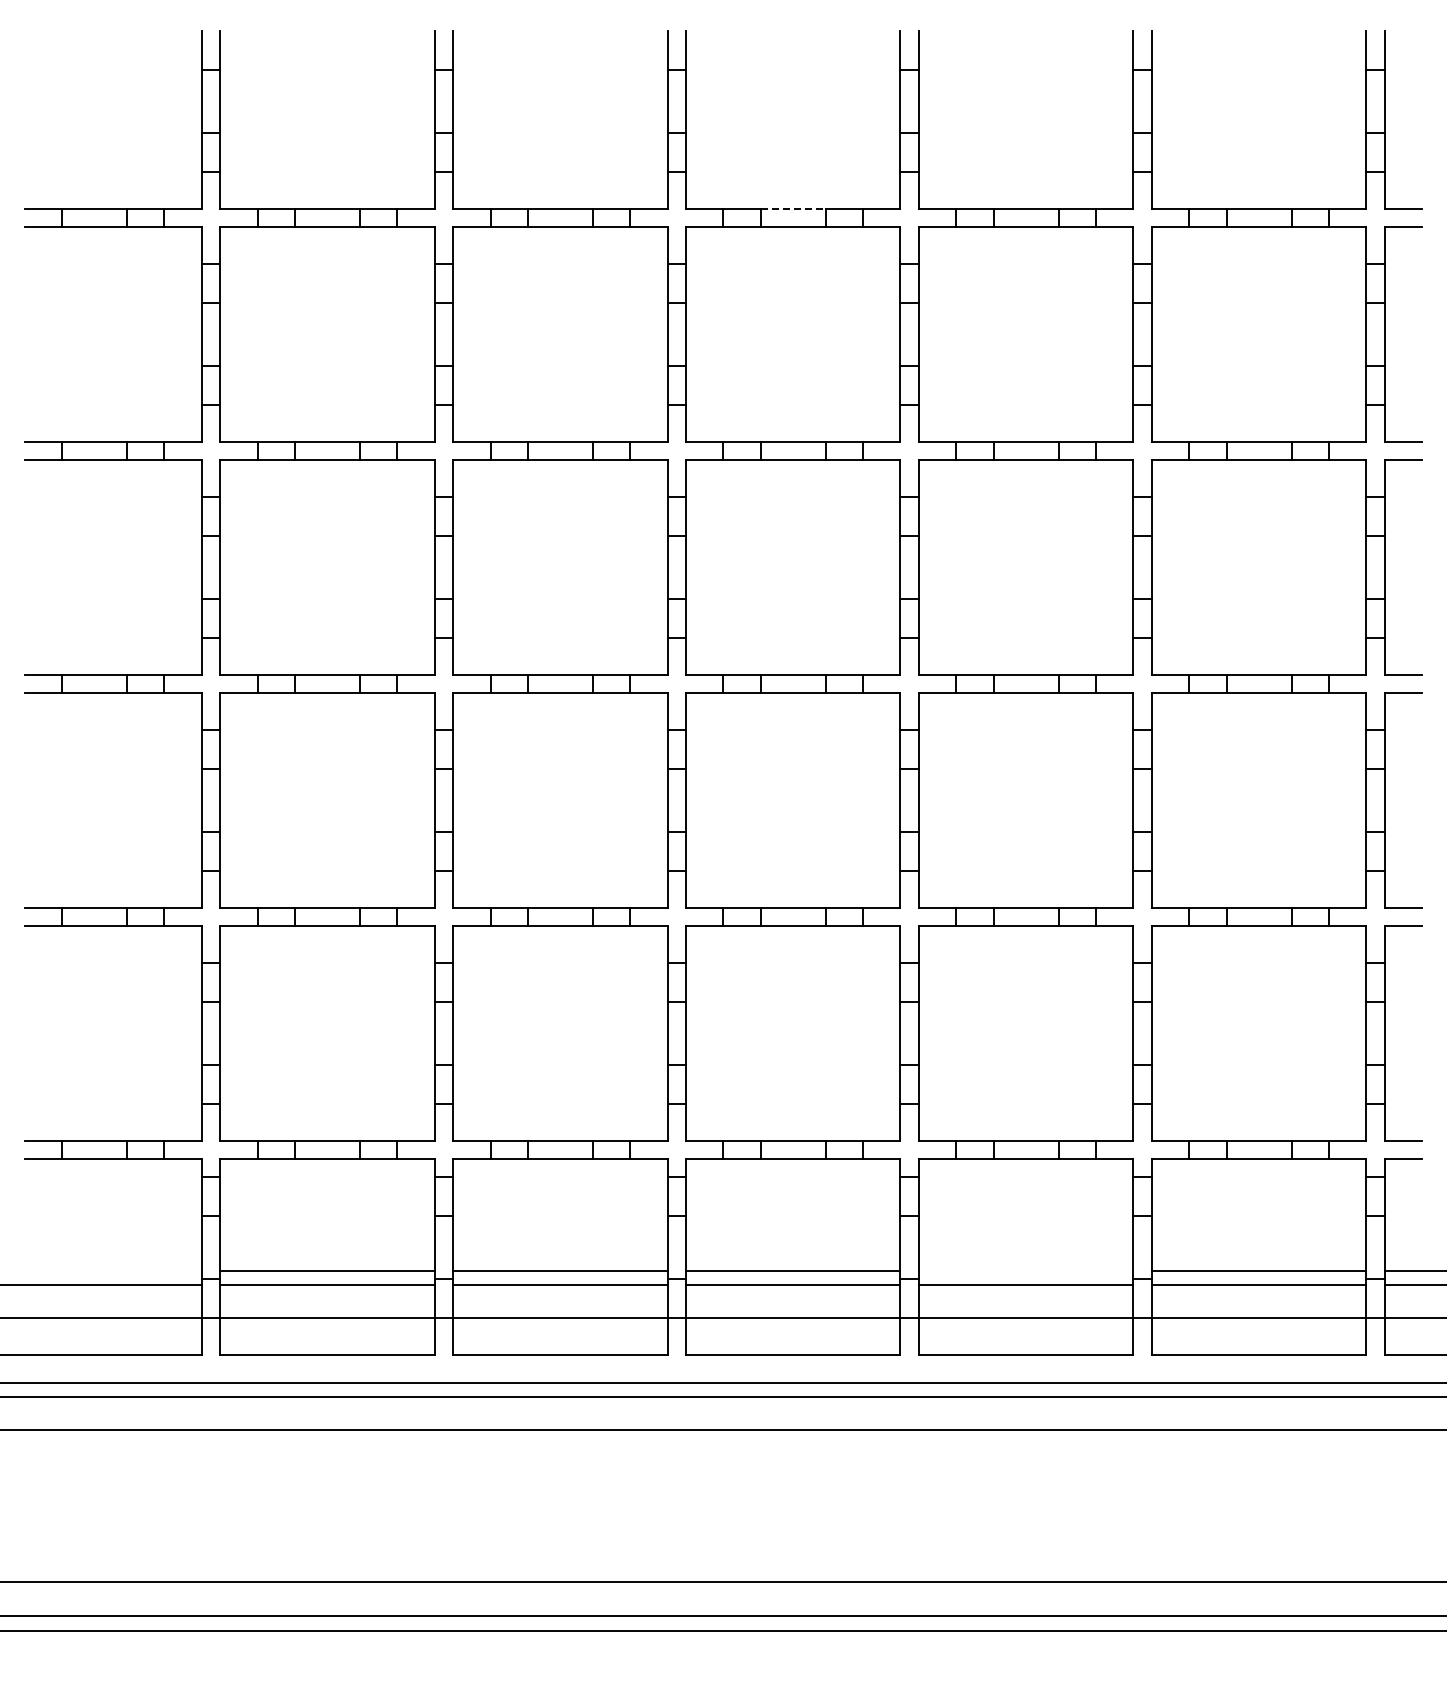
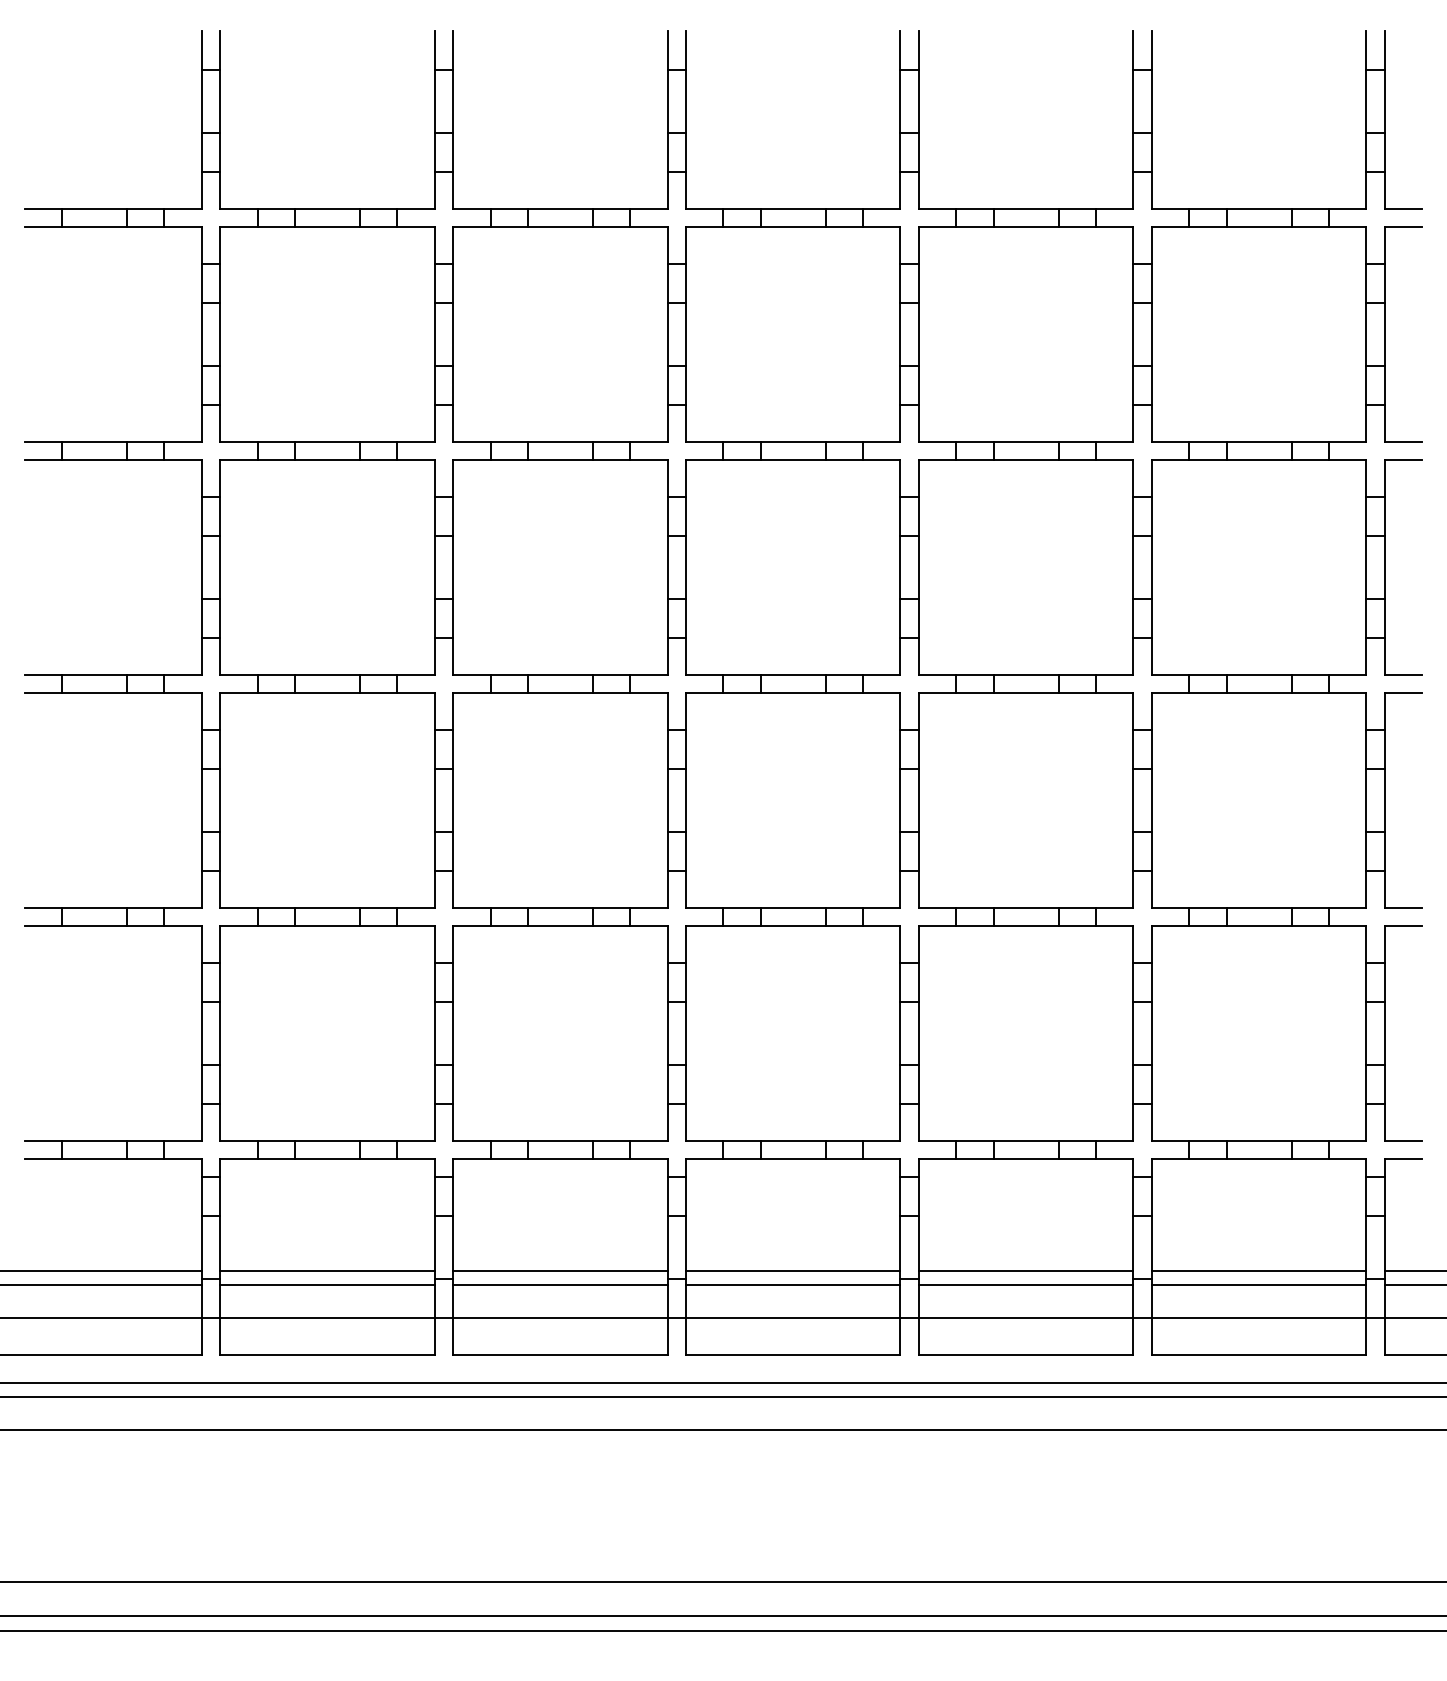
line at (793, 208): dashed -> solid
line at (101, 1270): none -> present
line at (1026, 1270): none -> present
